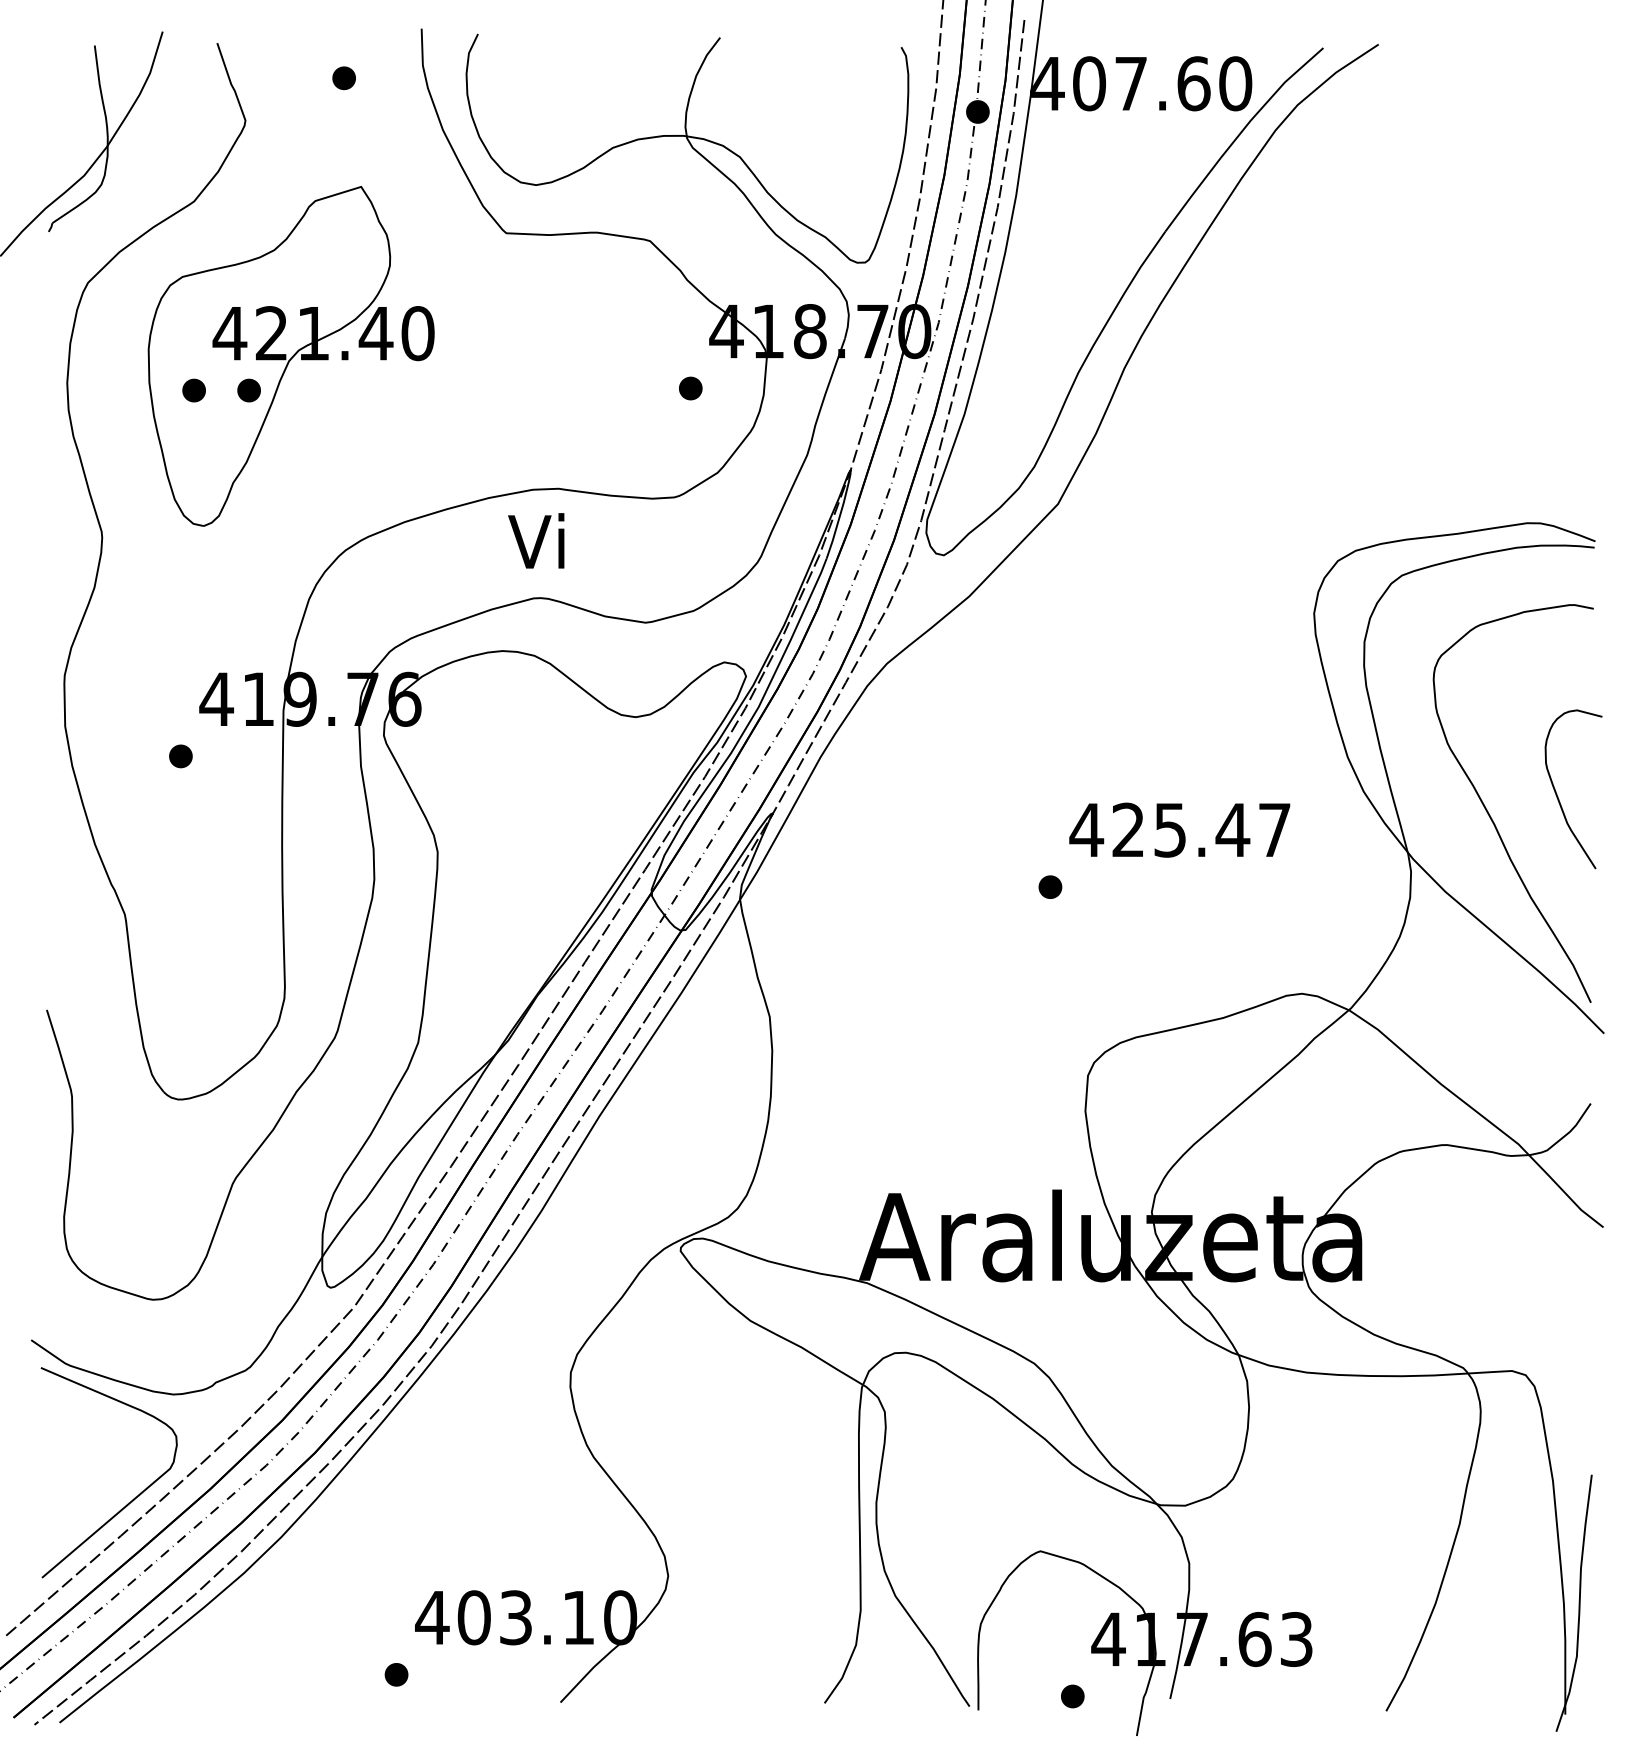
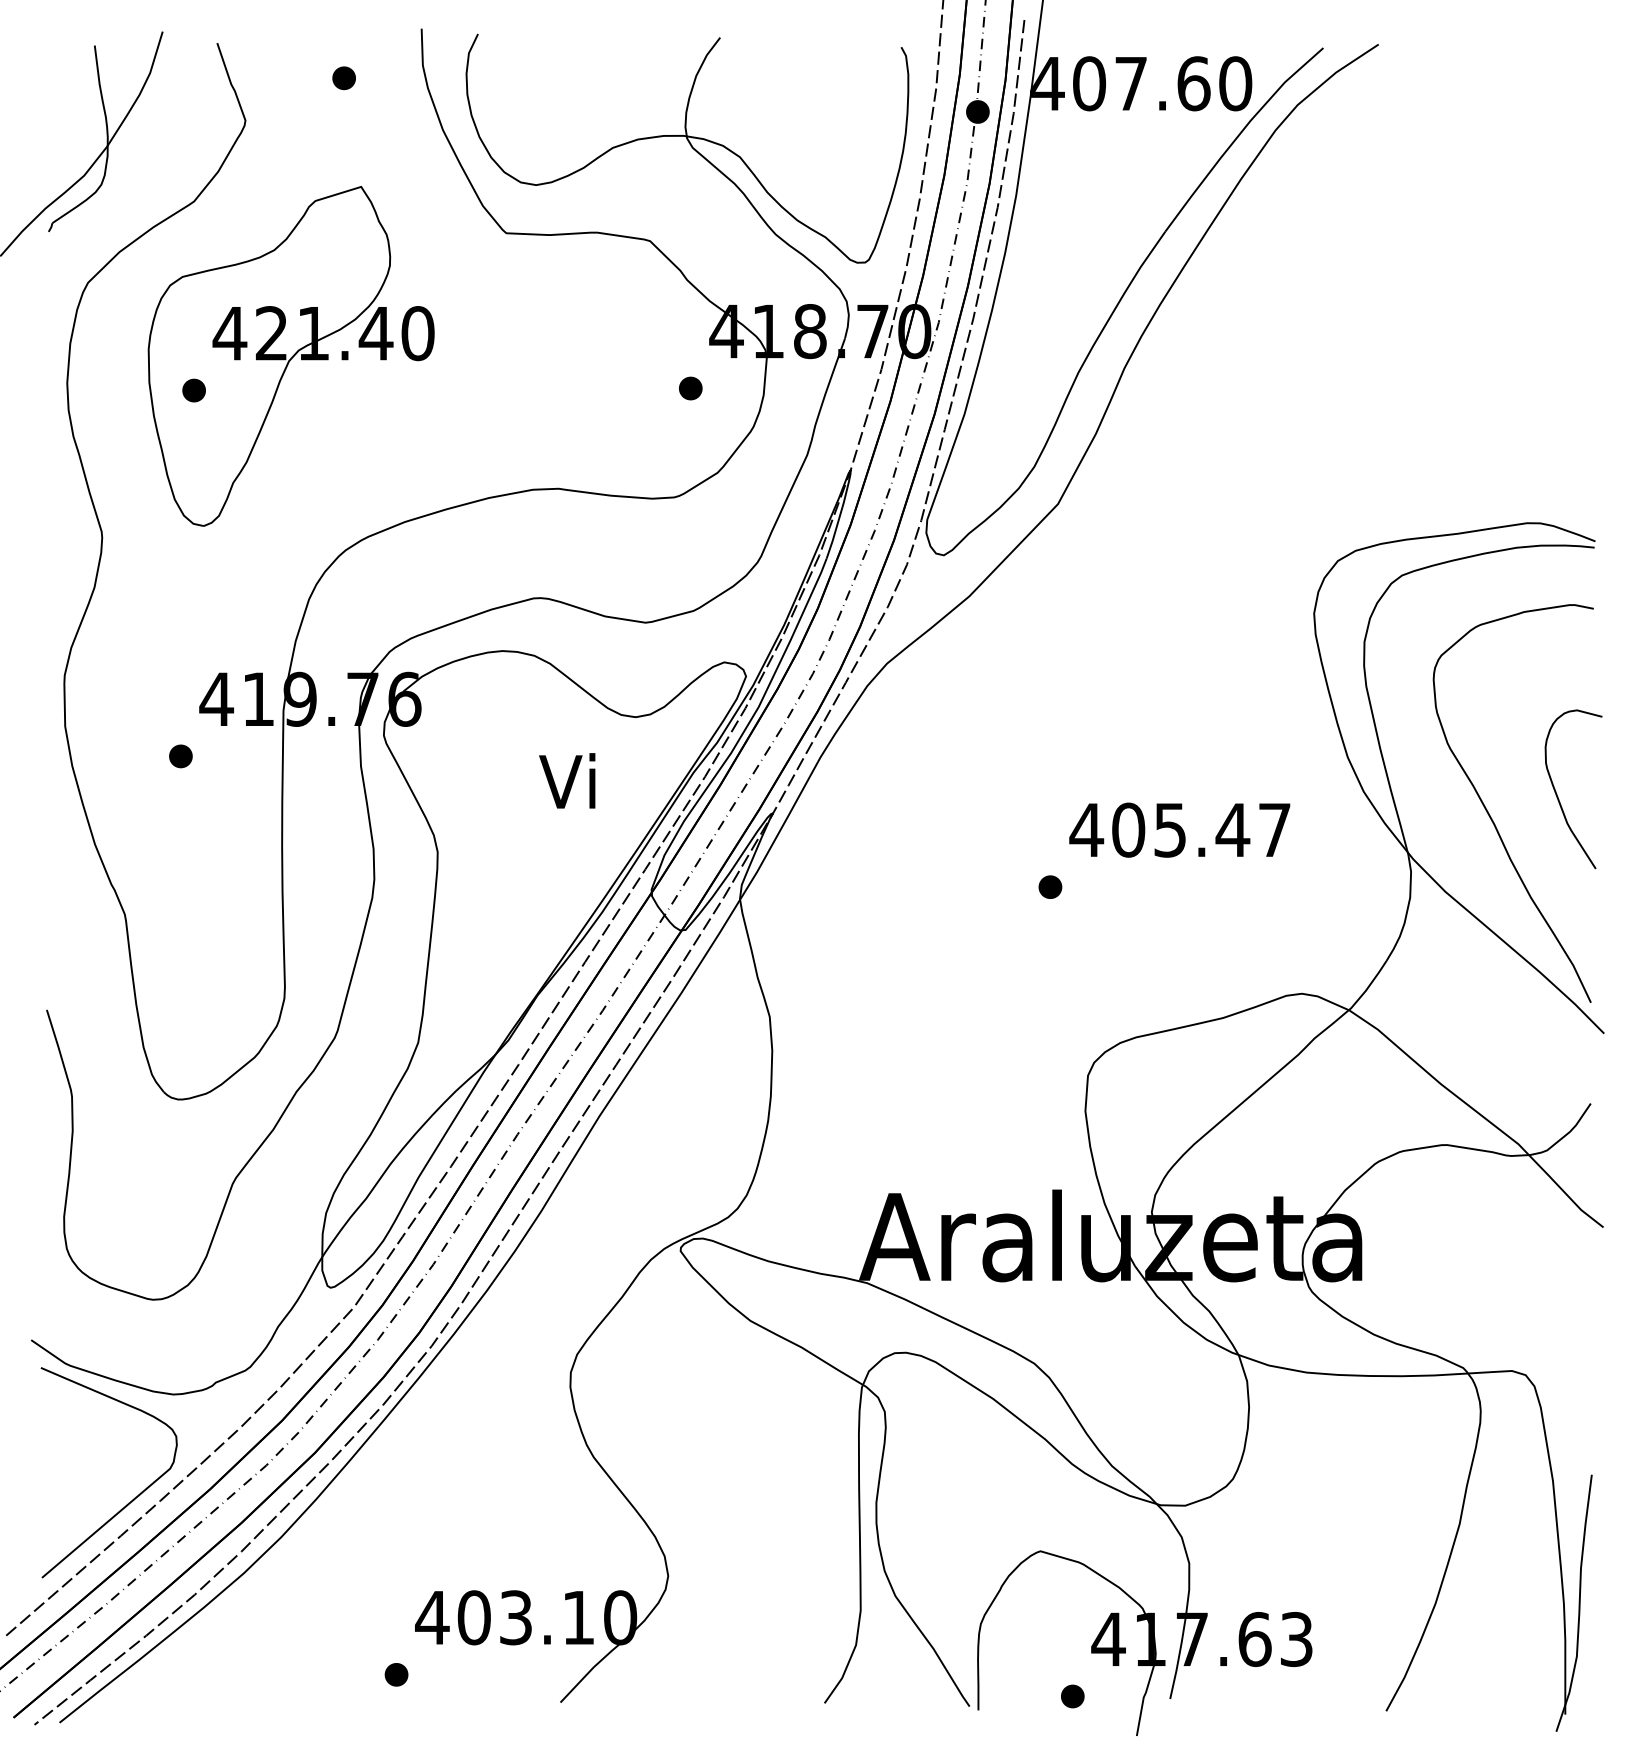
part at (248, 390): present -> none
text at (536, 540) position: (536, 540) -> (567, 780)
text at (1128, 829): 425.47 -> 405.47
